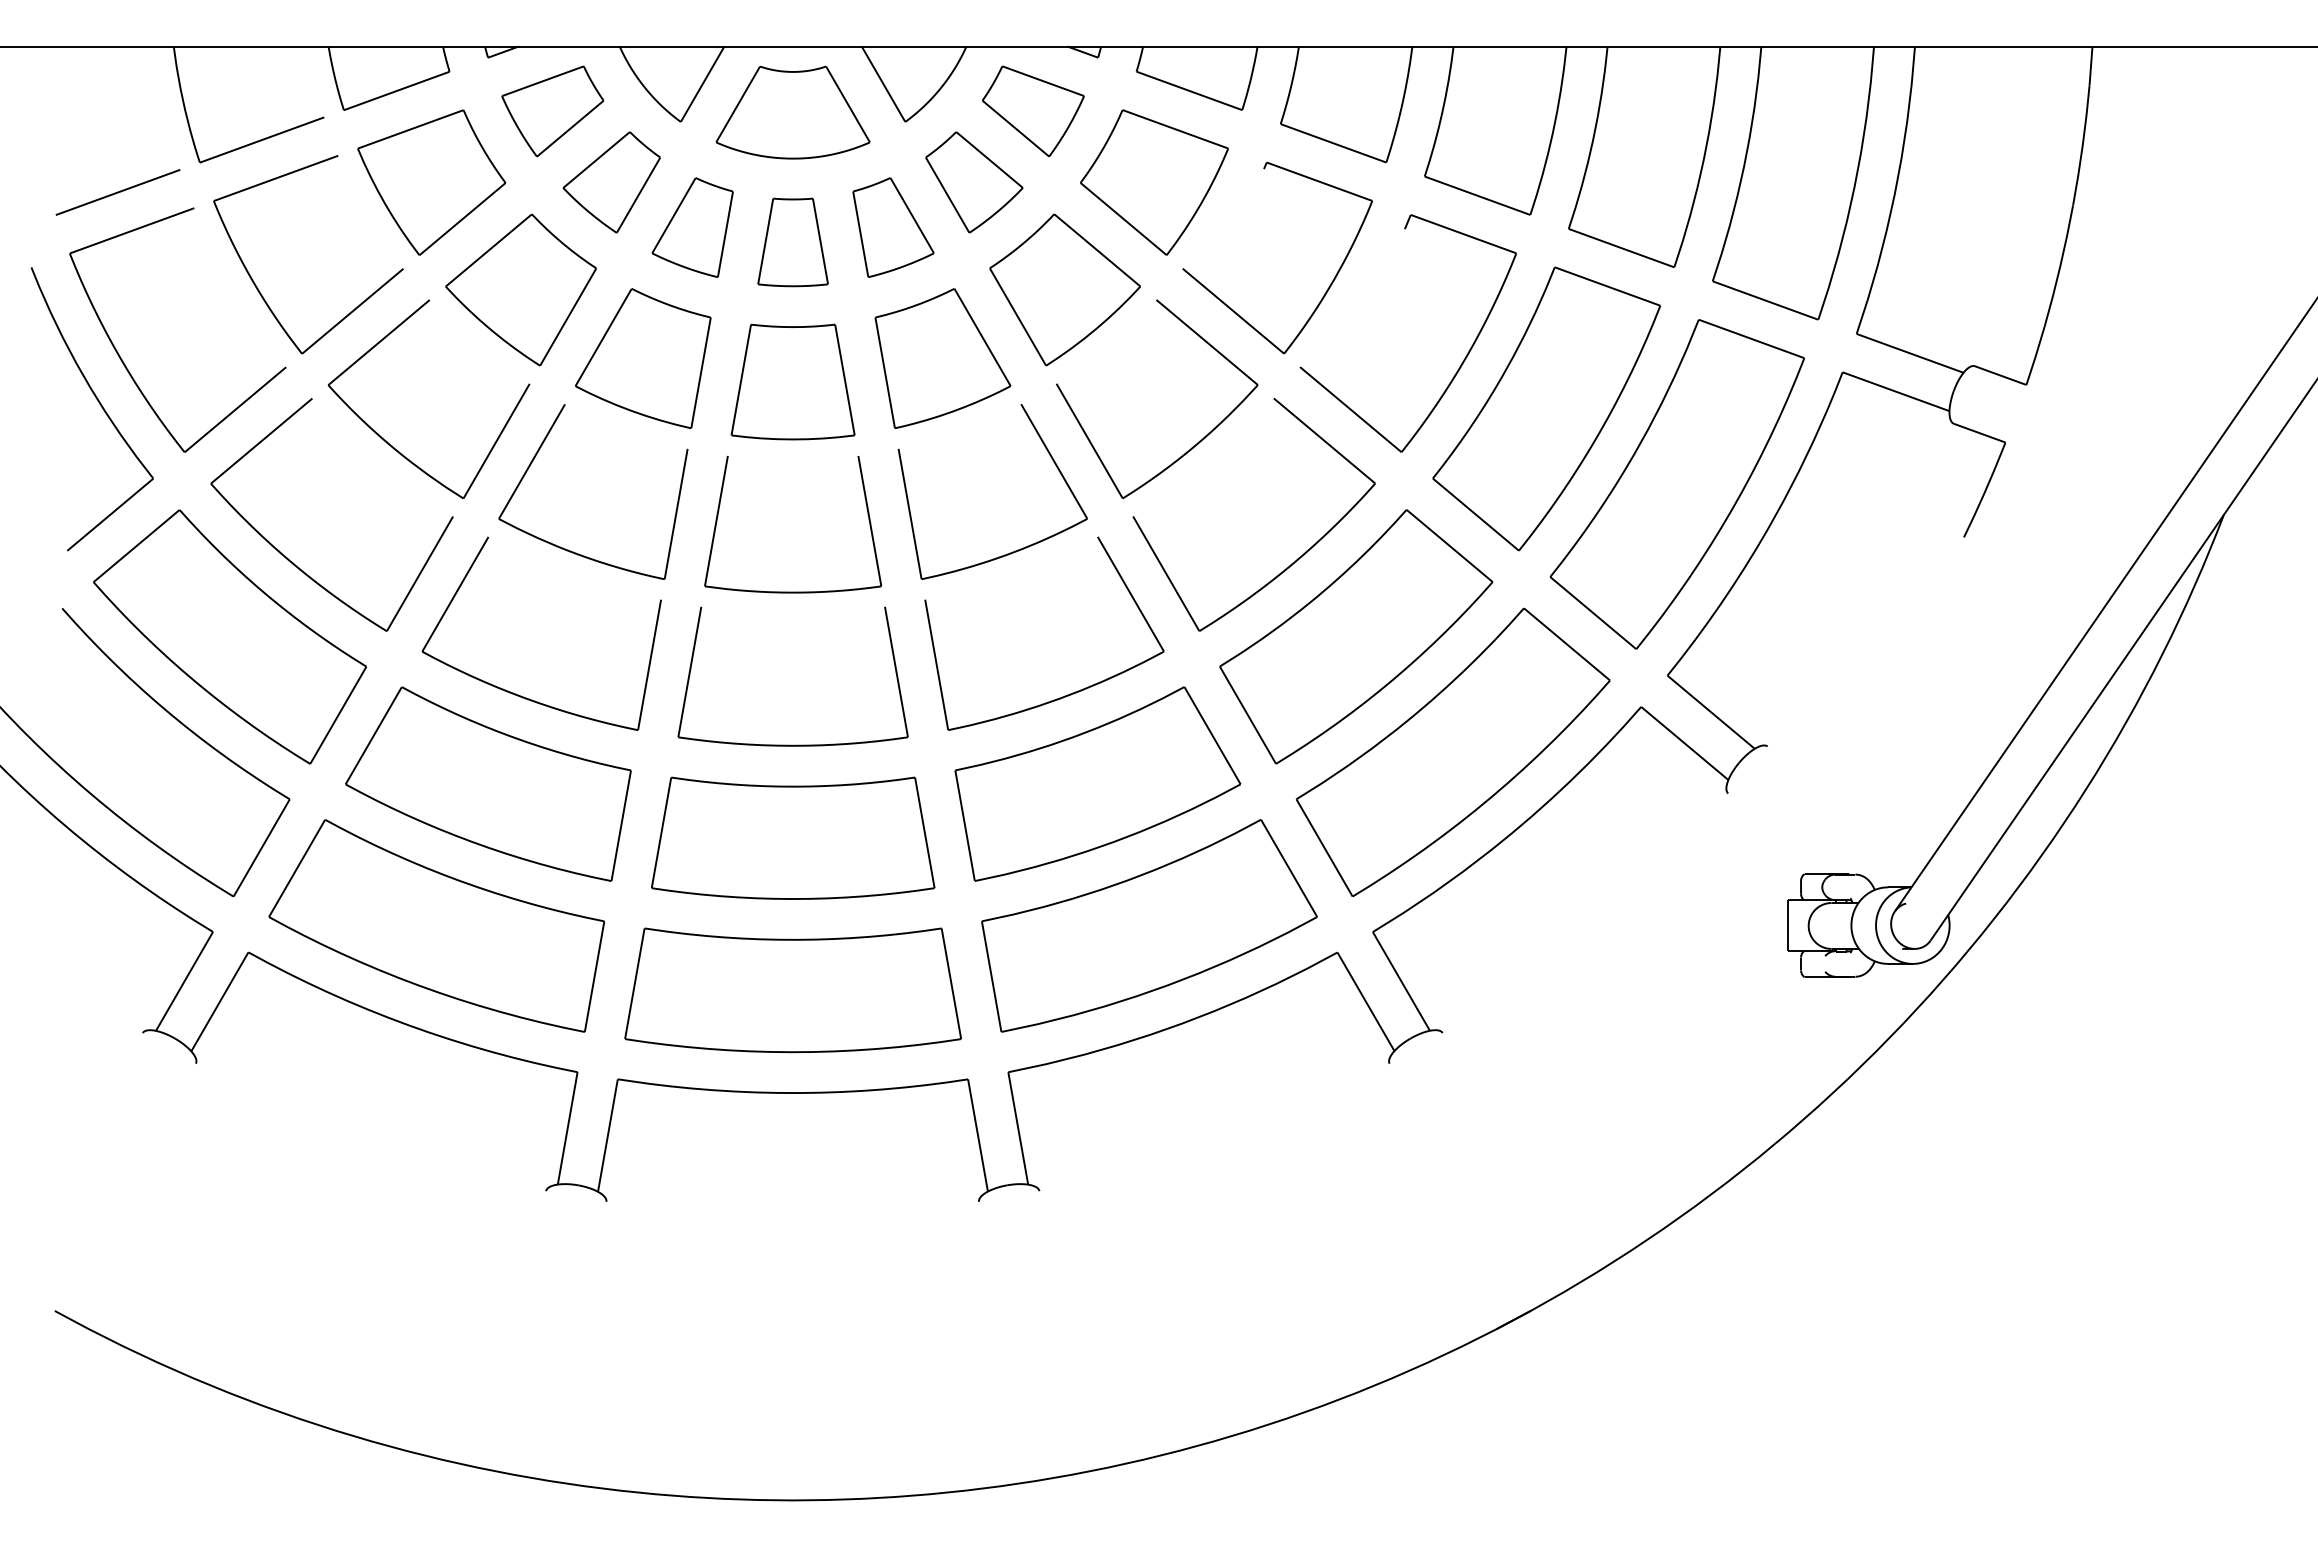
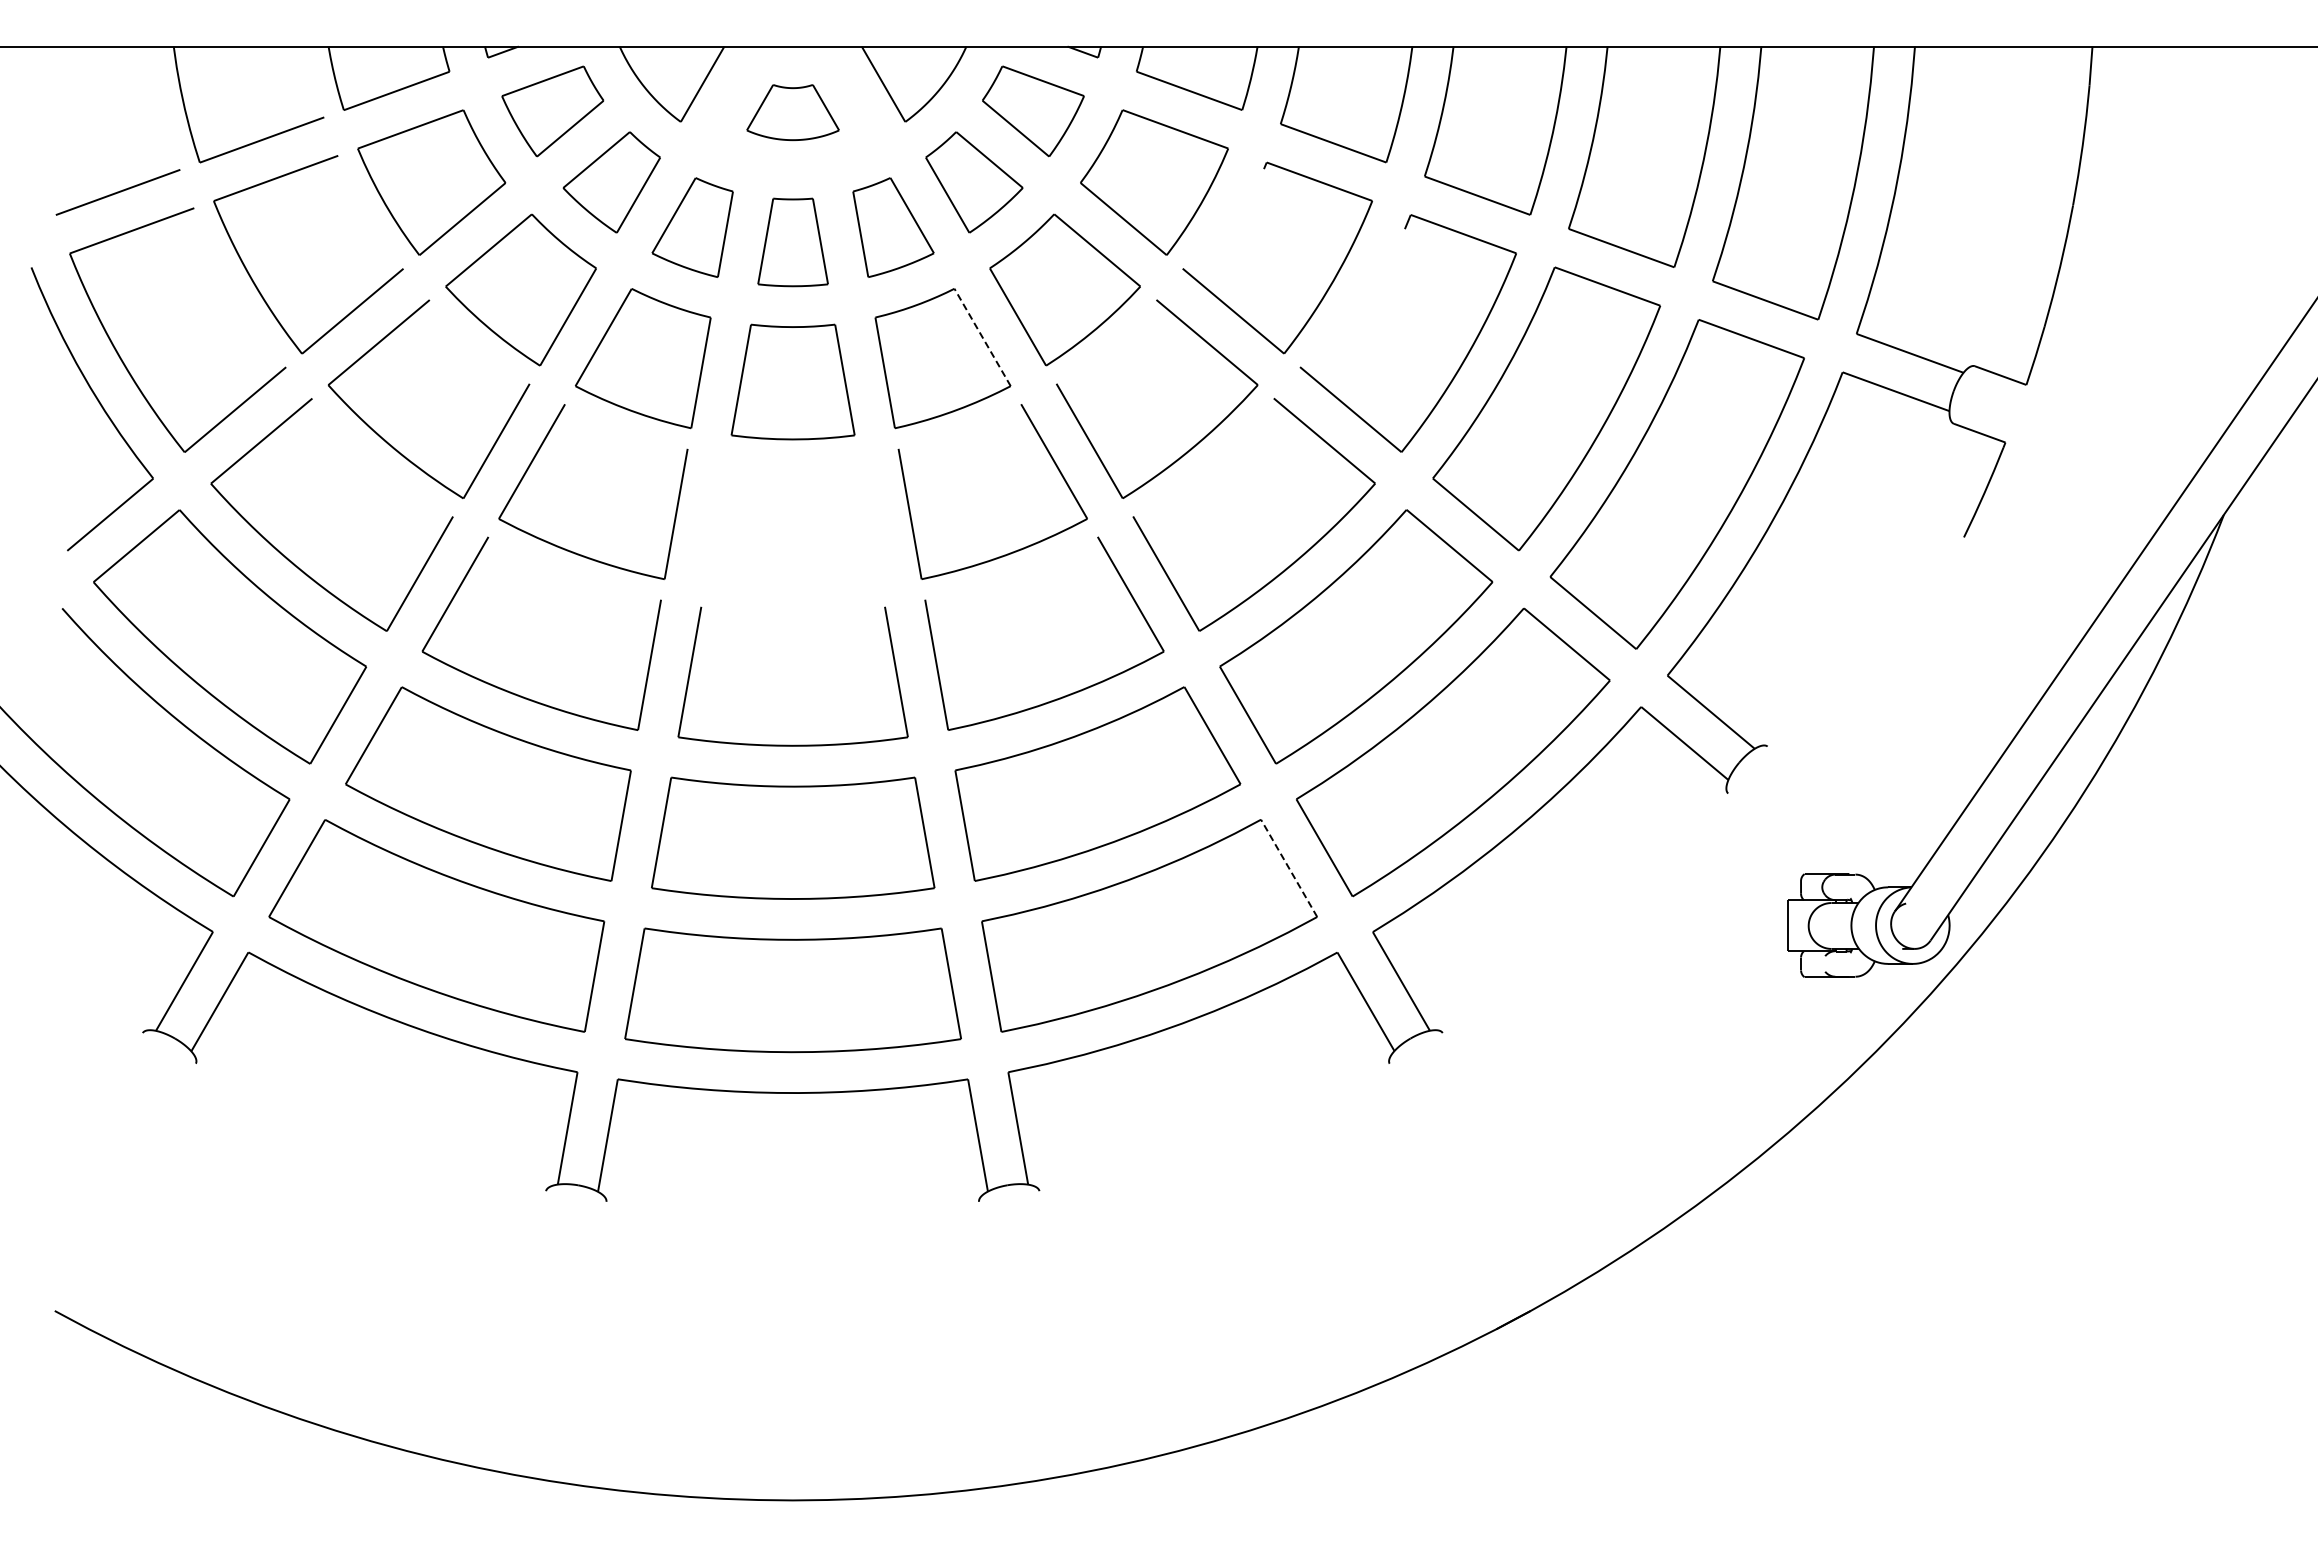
part at (792, 112) size: 156x95 px -> 94x58 px
line at (982, 337): solid -> dashed
part at (793, 591): present -> none
line at (1288, 867): solid -> dashed
